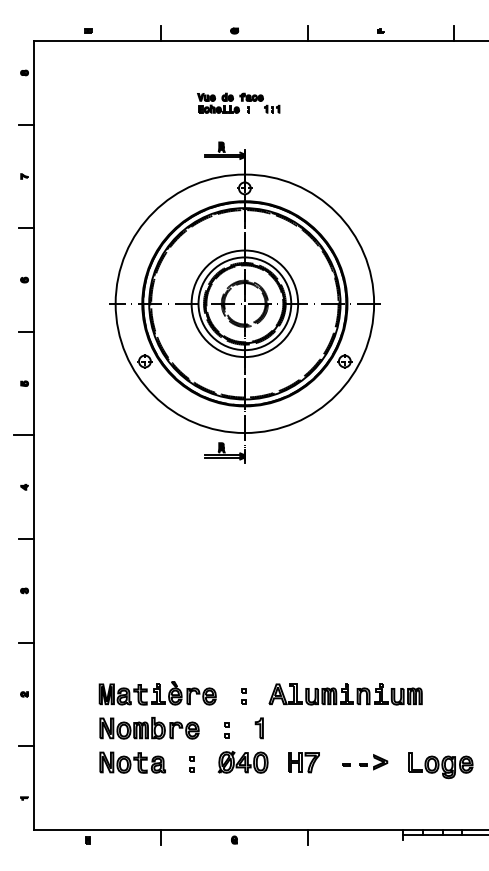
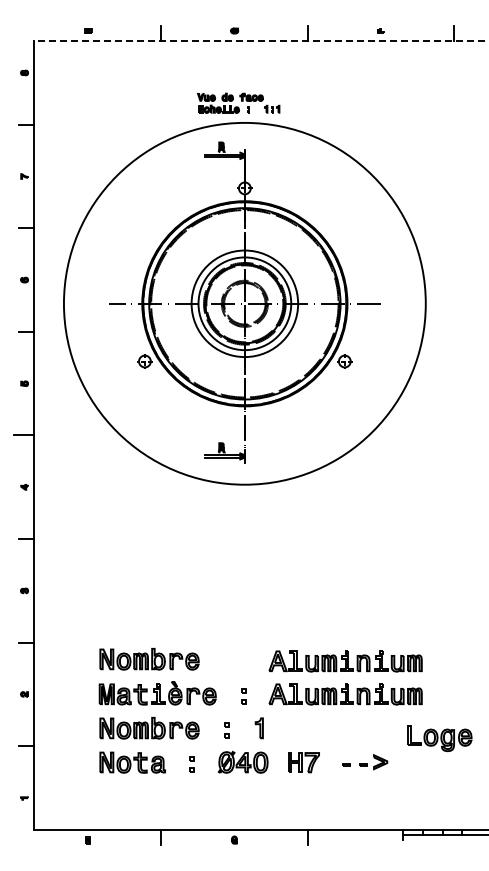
line at (261, 40): solid -> dashed
circle at (244, 303) diameter: 258 px -> 362 px
part at (149, 659): none -> present
part at (345, 661): none -> present
part at (440, 765) position: (440, 765) -> (439, 738)
